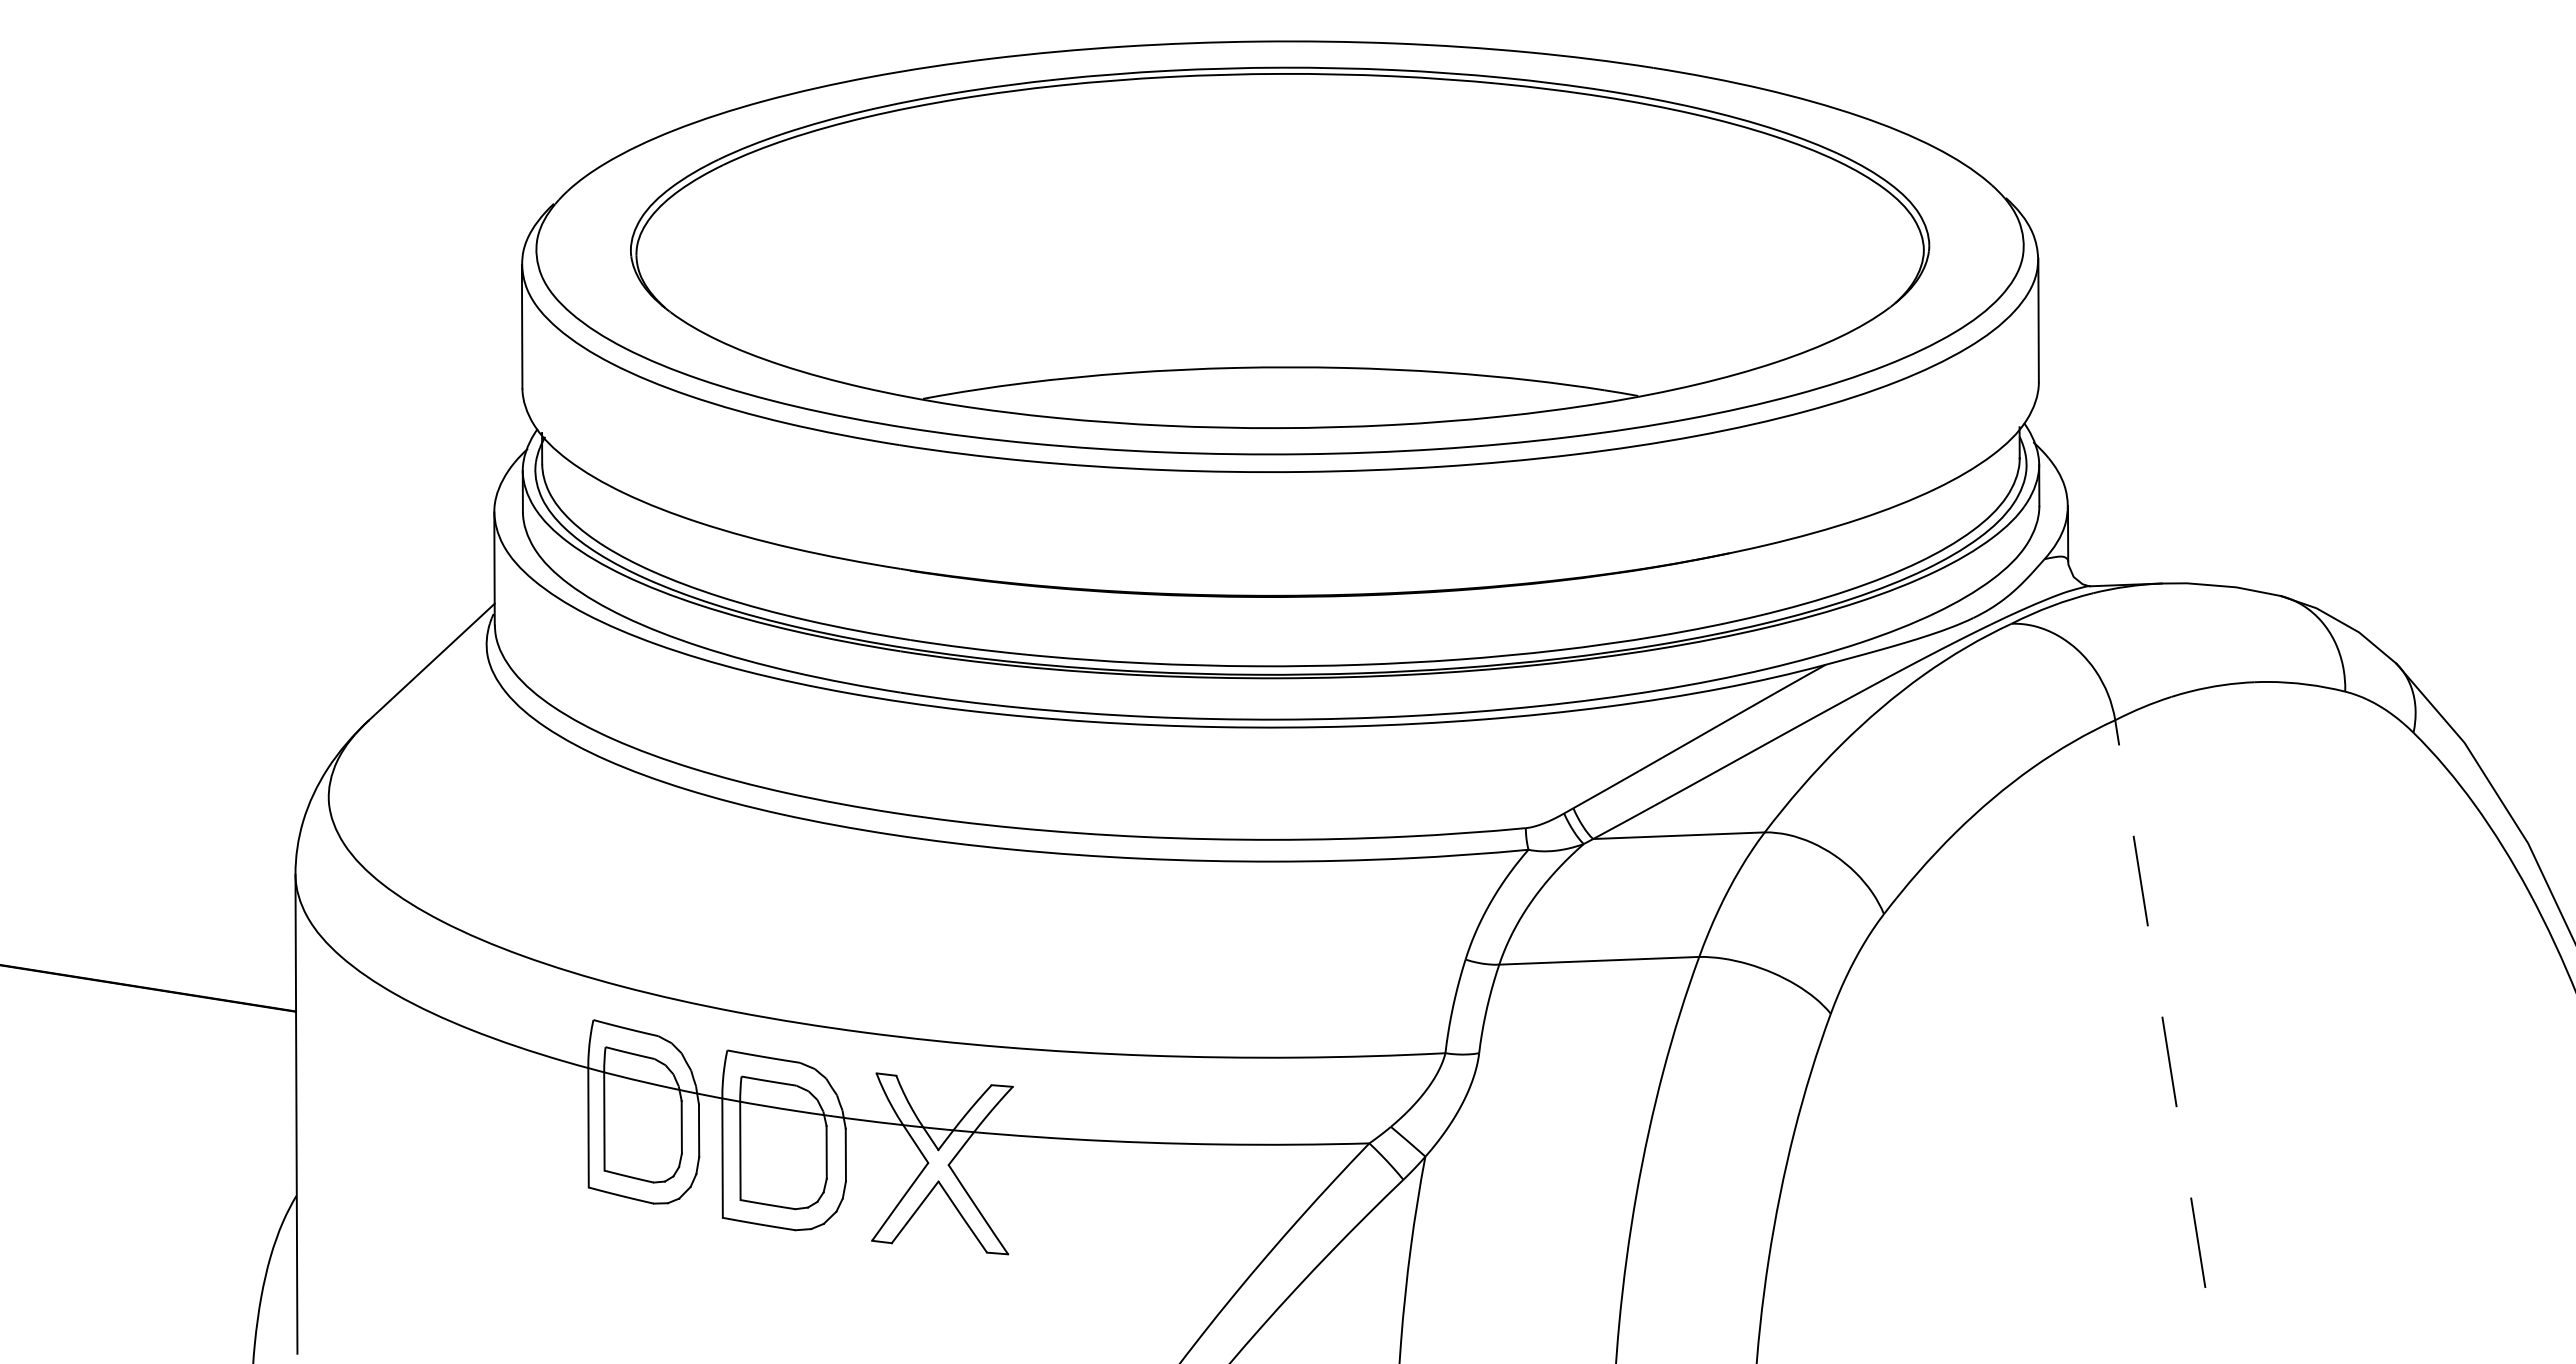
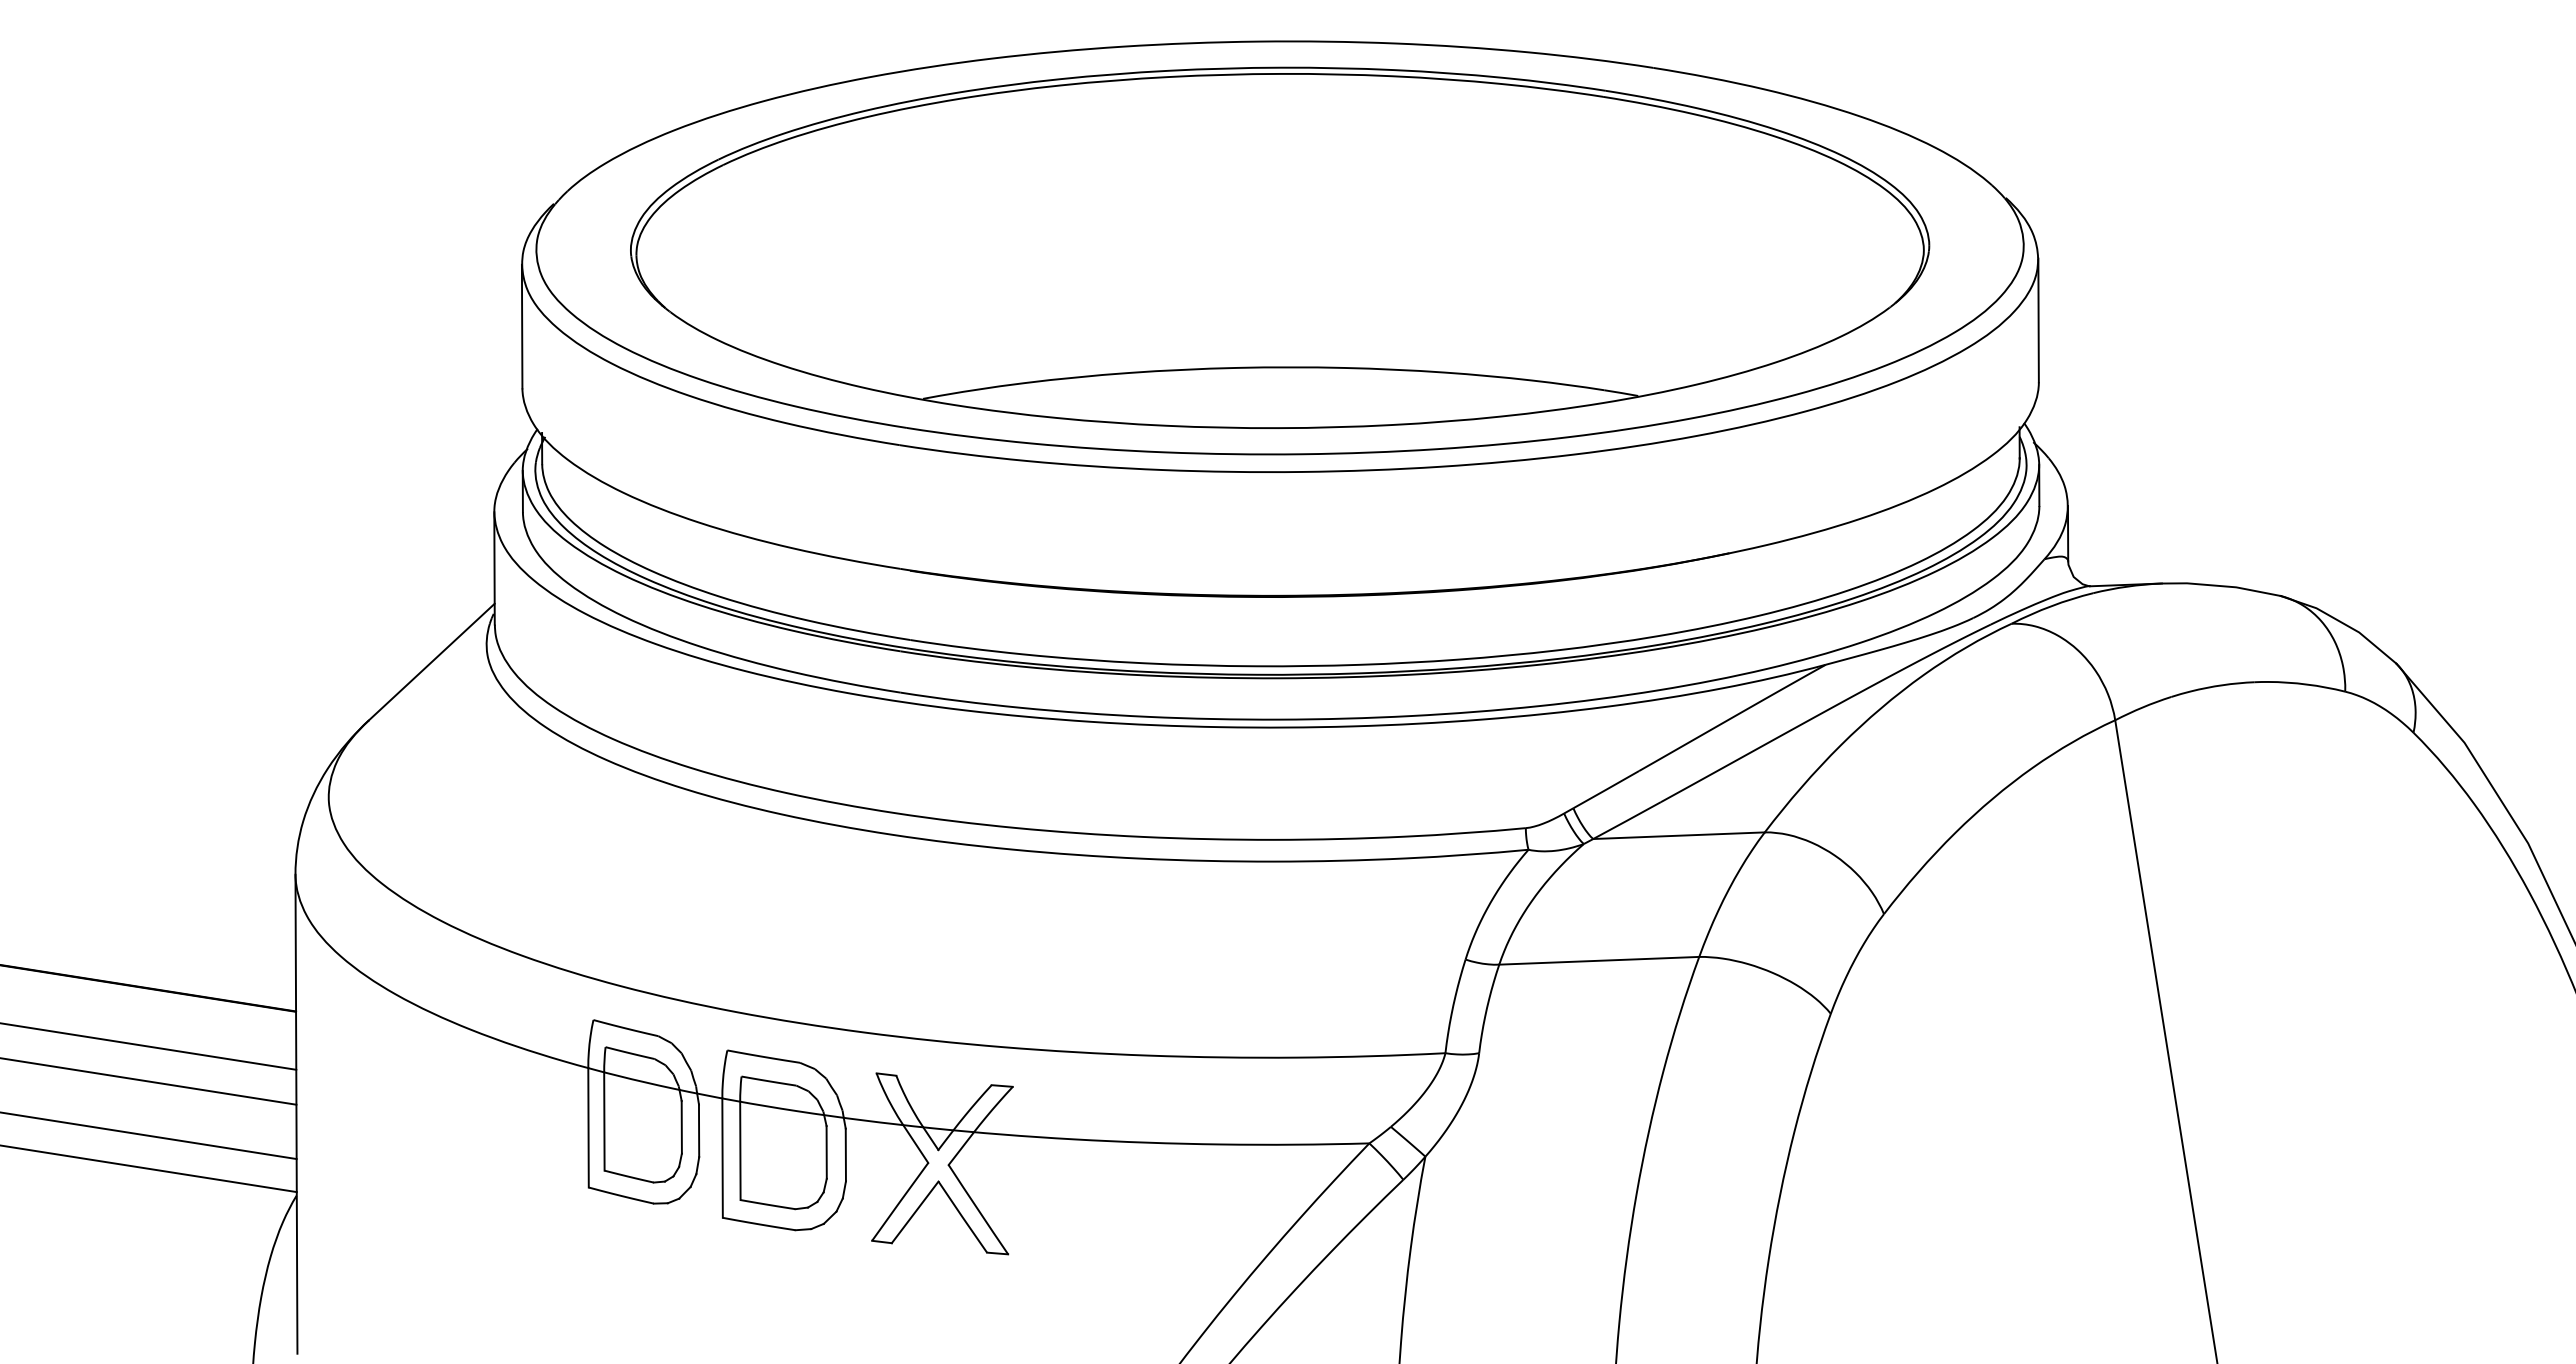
line at (2166, 1041): dashed -> solid
line at (149, 1046): none -> present
line at (149, 1081): none -> present
line at (149, 1135): none -> present
line at (149, 1168): none -> present
